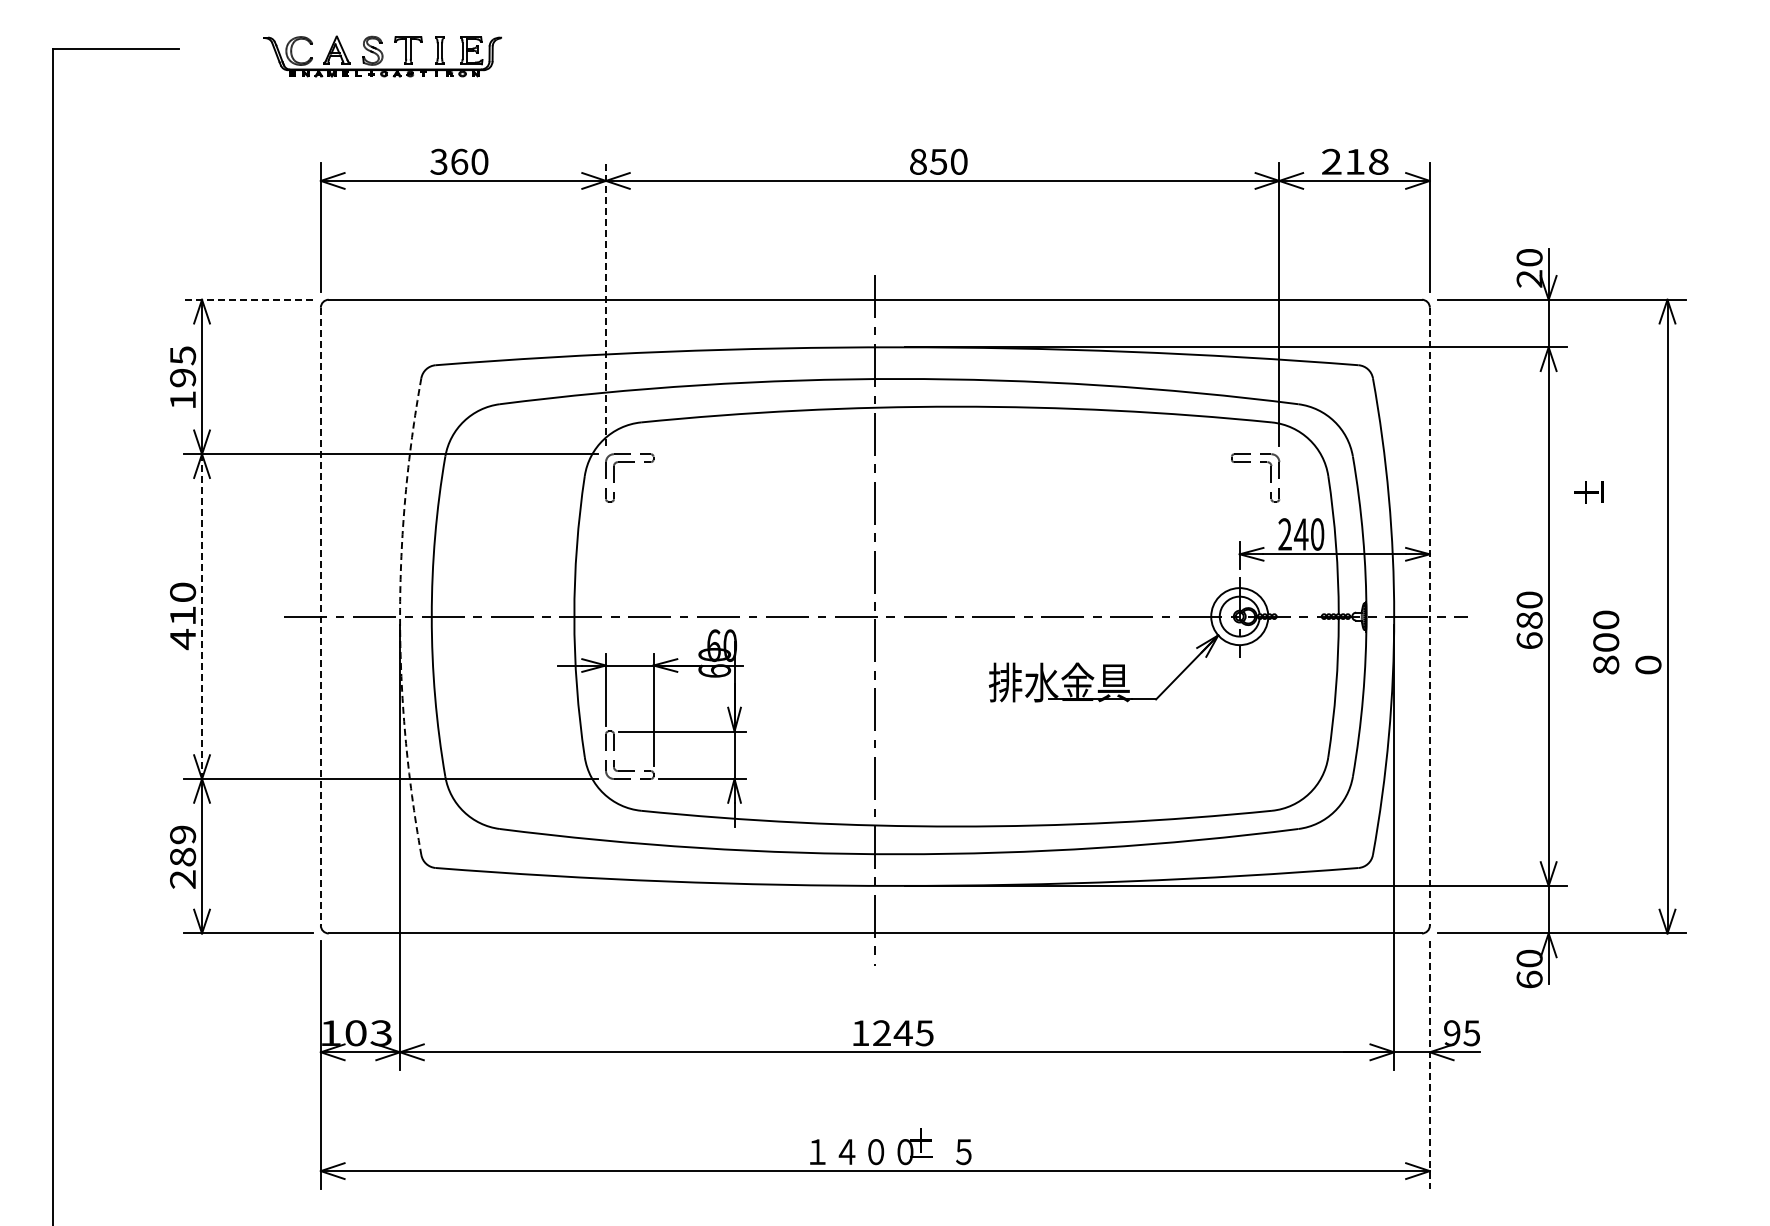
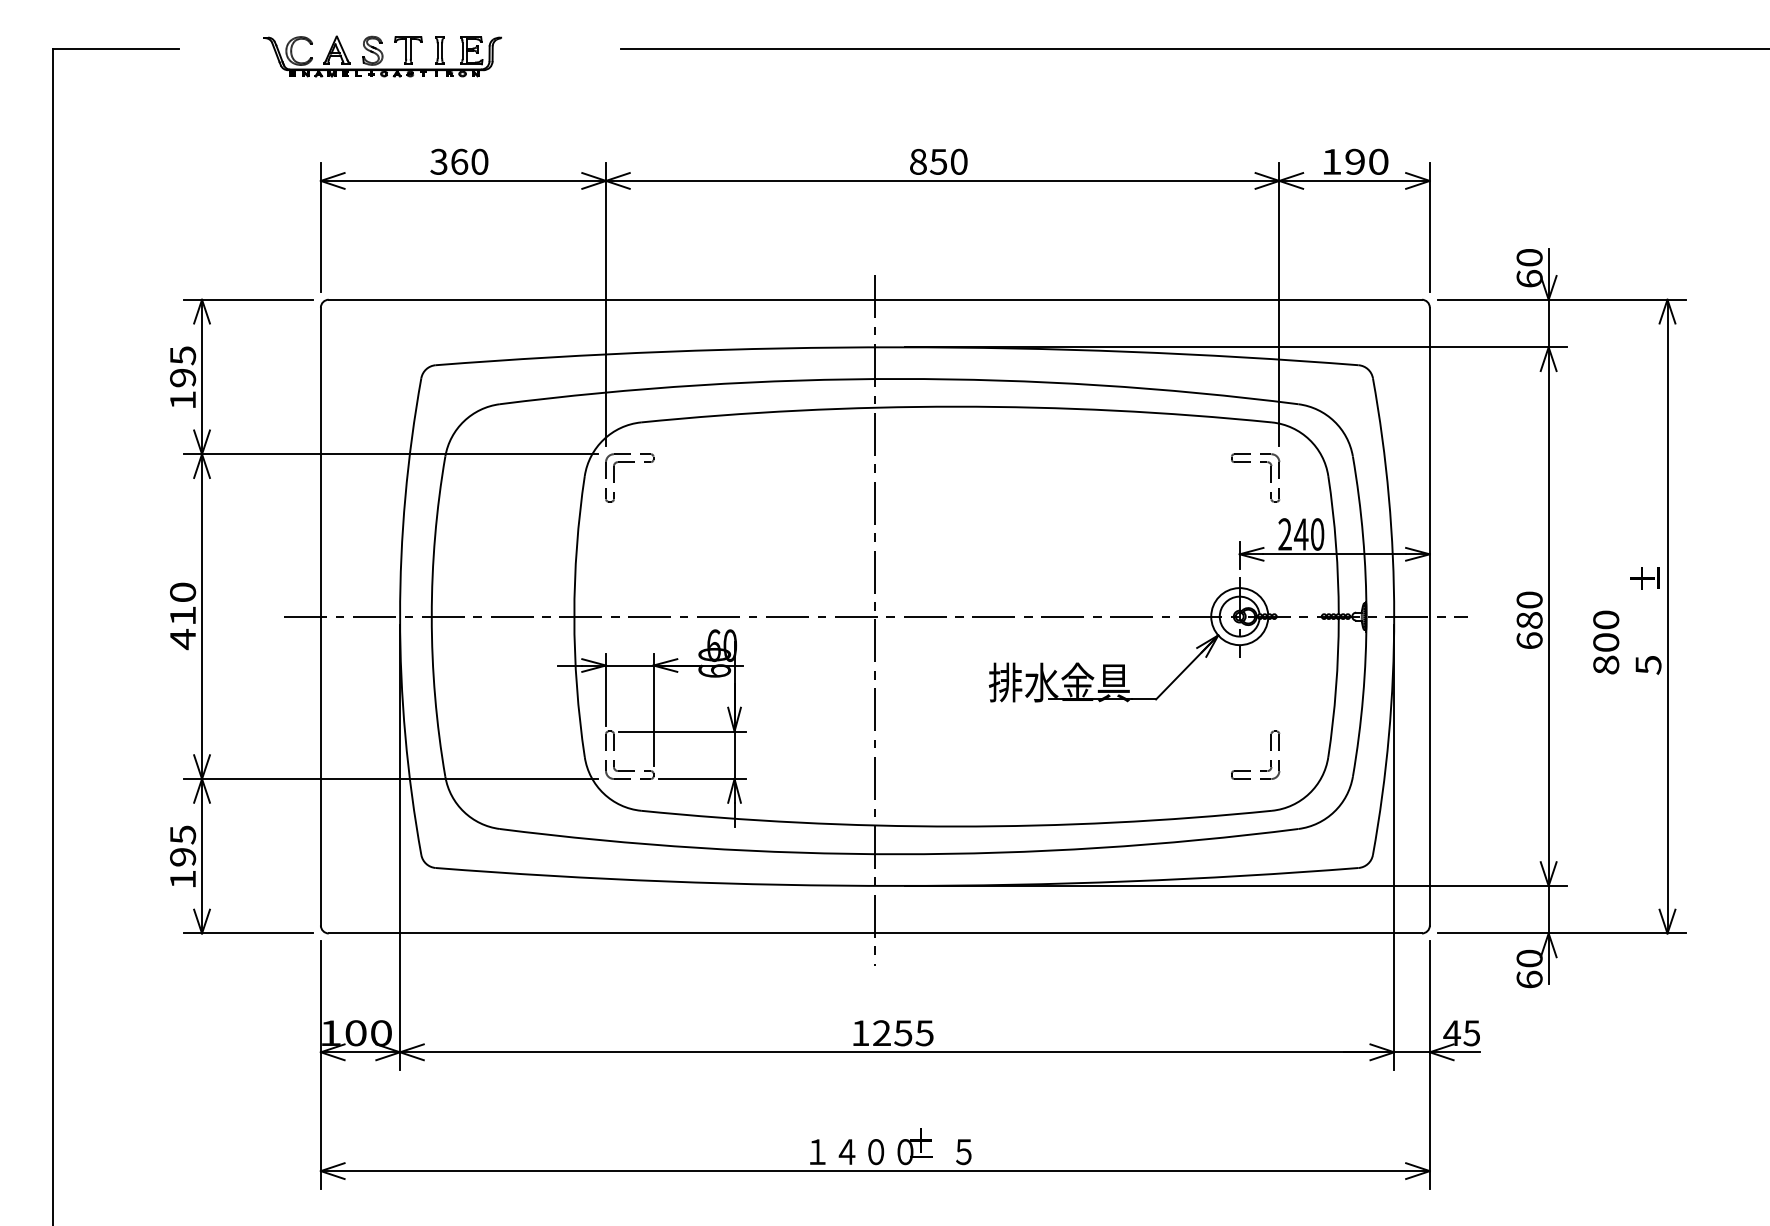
line at (1193, 48): none -> present
text at (1355, 161): 218 -> 190
text at (1529, 278): 20 -> 60
line at (248, 299): dashed -> solid
line at (606, 304): dashed -> solid
text at (1588, 492) position: (1588, 492) -> (1644, 578)
line at (320, 616): dashed -> solid
arc at (400, 616): dashed -> solid
line at (1429, 616): dashed -> solid
line at (202, 617): dashed -> solid
text at (1648, 664): 0 -> 5
part at (1270, 750): none -> present
text at (183, 856): 289 -> 195
text at (380, 1033): 103 -> 100
text at (902, 1033): 1245 -> 1255
text at (1452, 1033): 95 -> 45
line at (1429, 1065): dashed -> solid
